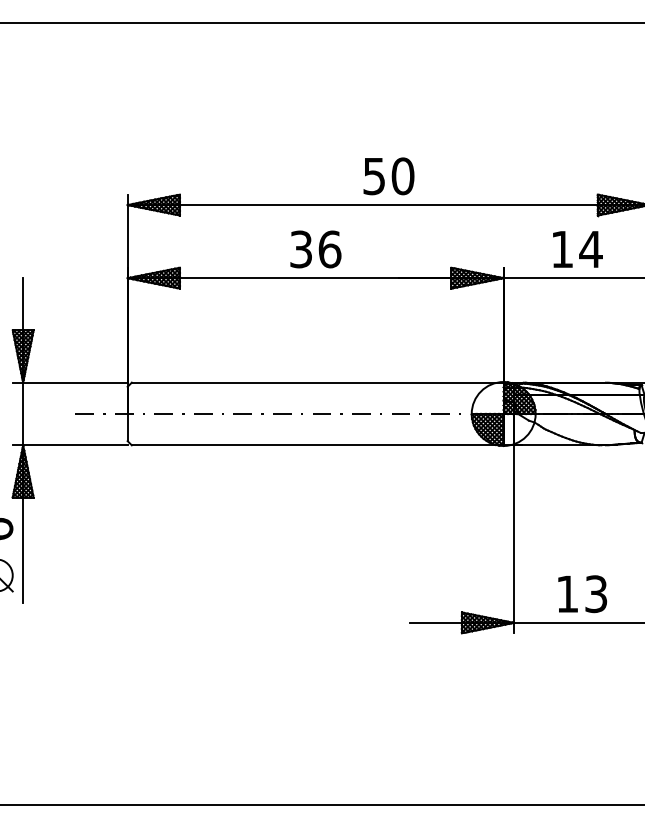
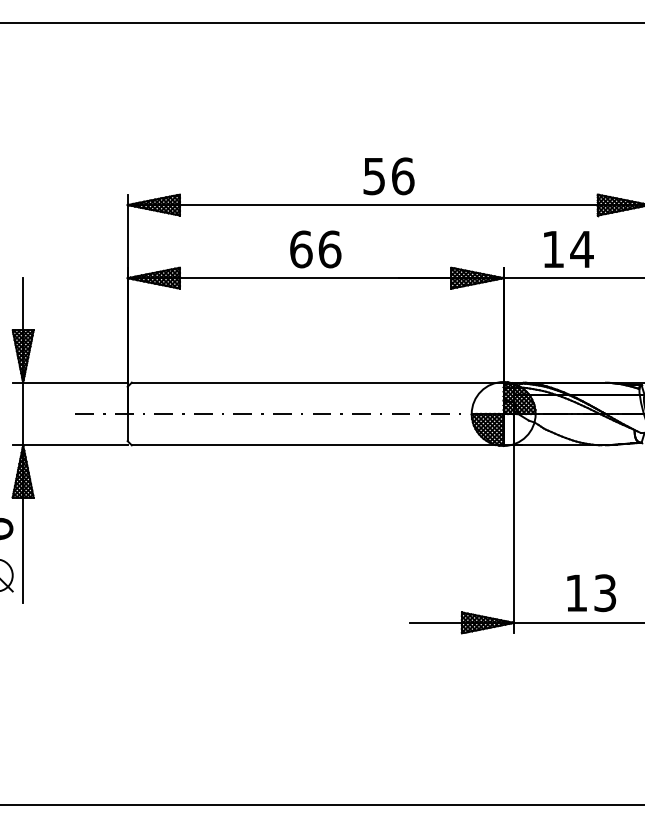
text at (402, 176): 50 -> 56
text at (301, 249): 36 -> 66
text at (577, 249) position: (577, 249) -> (568, 249)
text at (582, 594) position: (582, 594) -> (591, 593)
